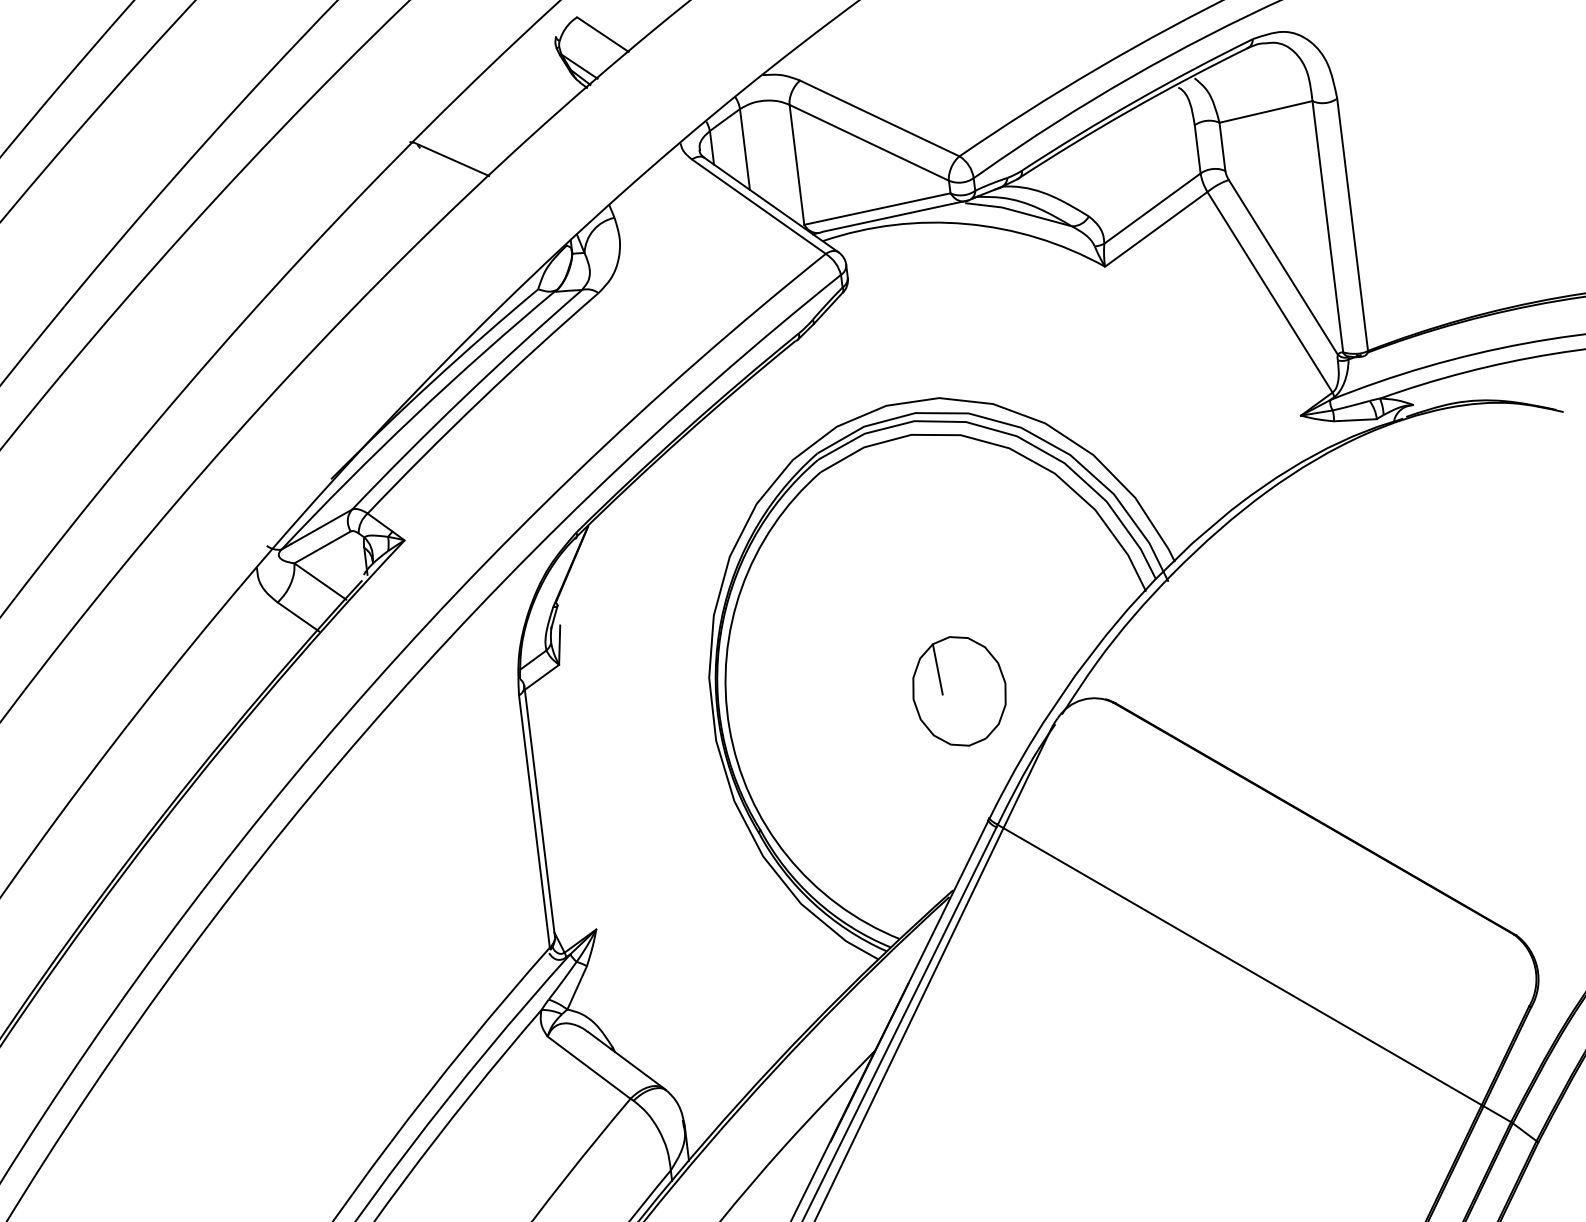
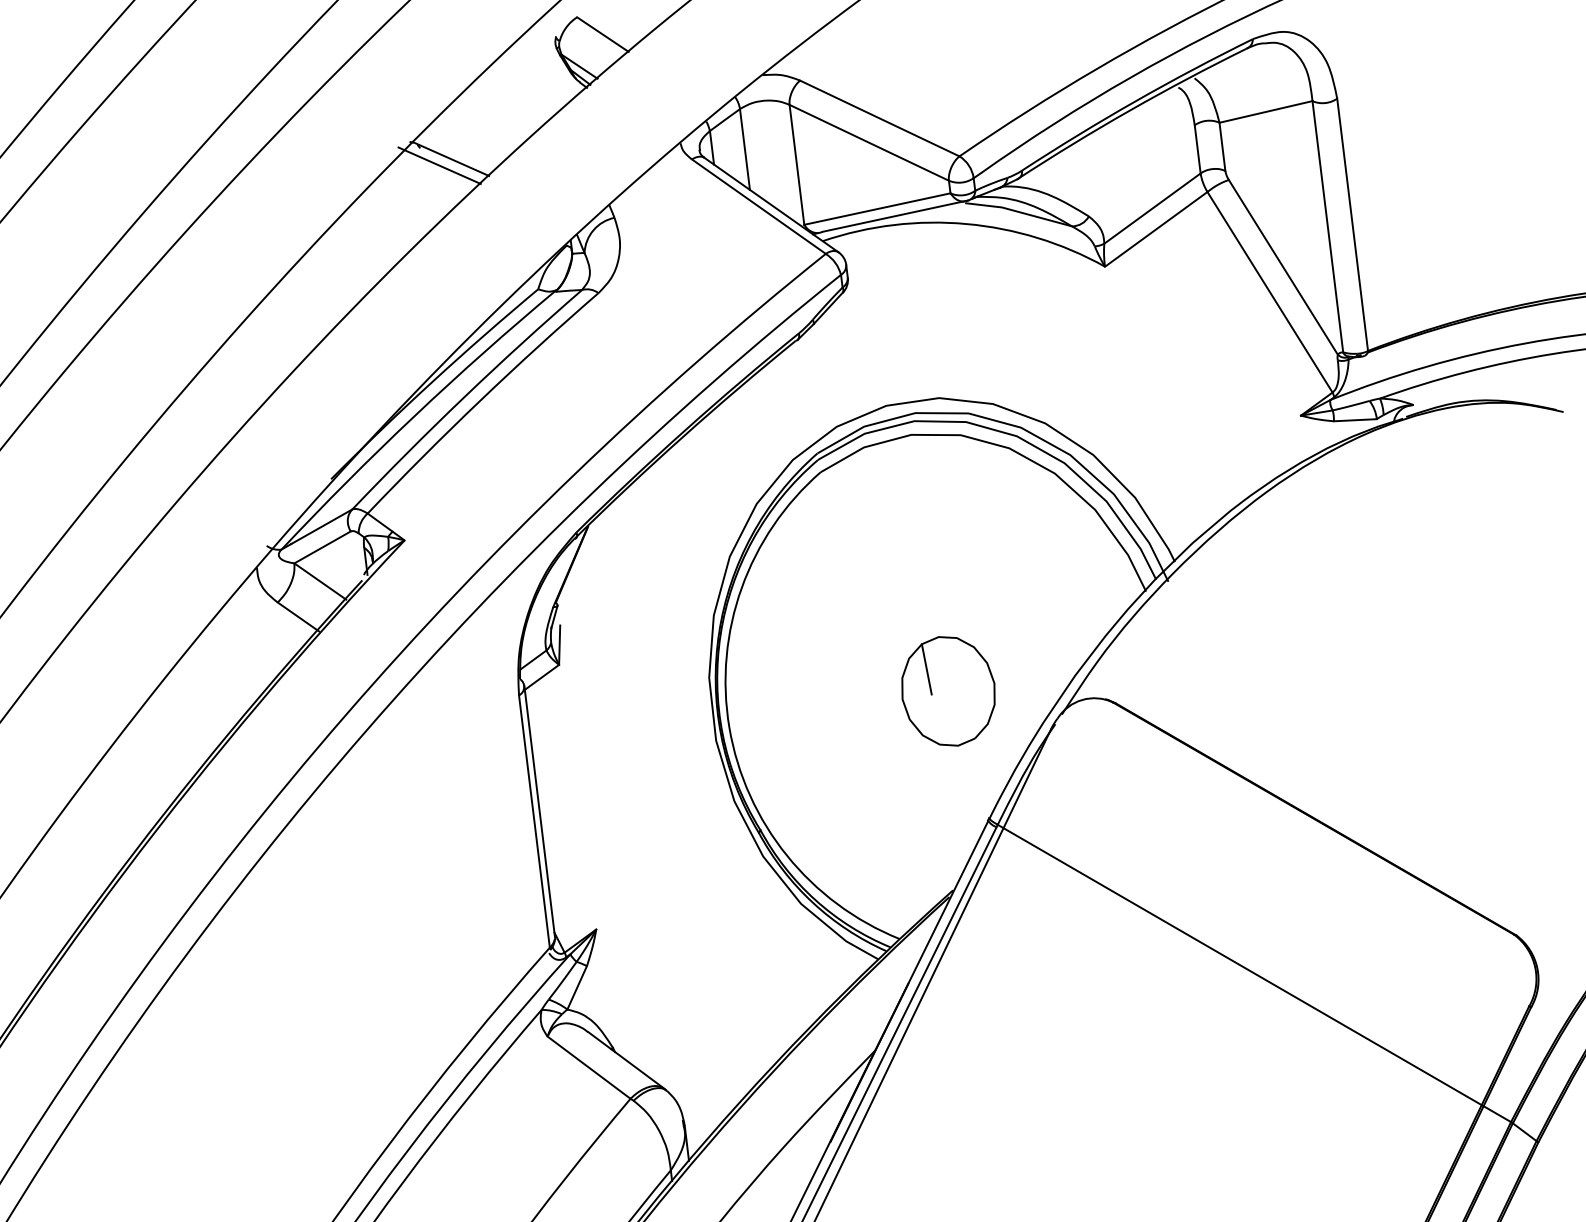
line at (439, 165): none -> present
part at (959, 691) position: (959, 691) -> (948, 691)
